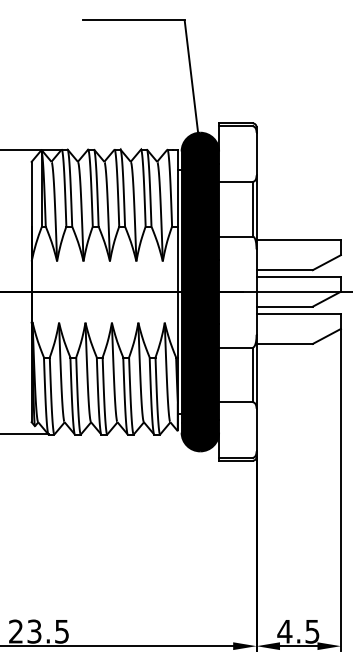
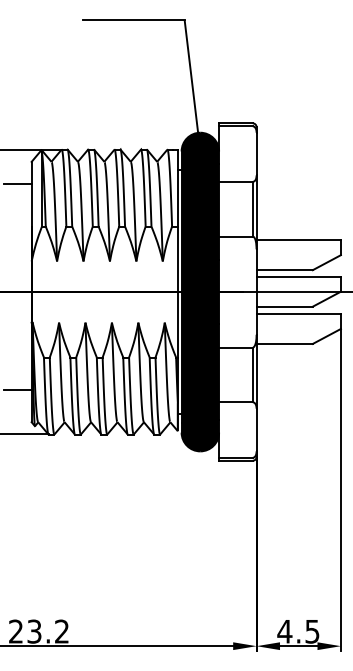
line at (17, 183): none -> present
line at (17, 390): none -> present
text at (61, 631): 23.5 -> 23.2
